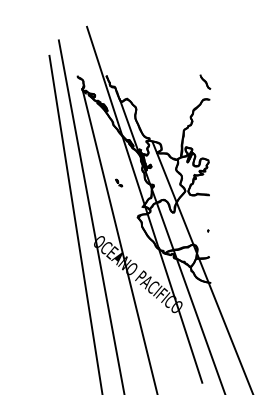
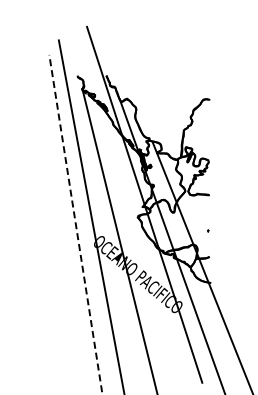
line at (205, 81): present -> none
part at (119, 182): present -> none
line at (75, 224): solid -> dashed
